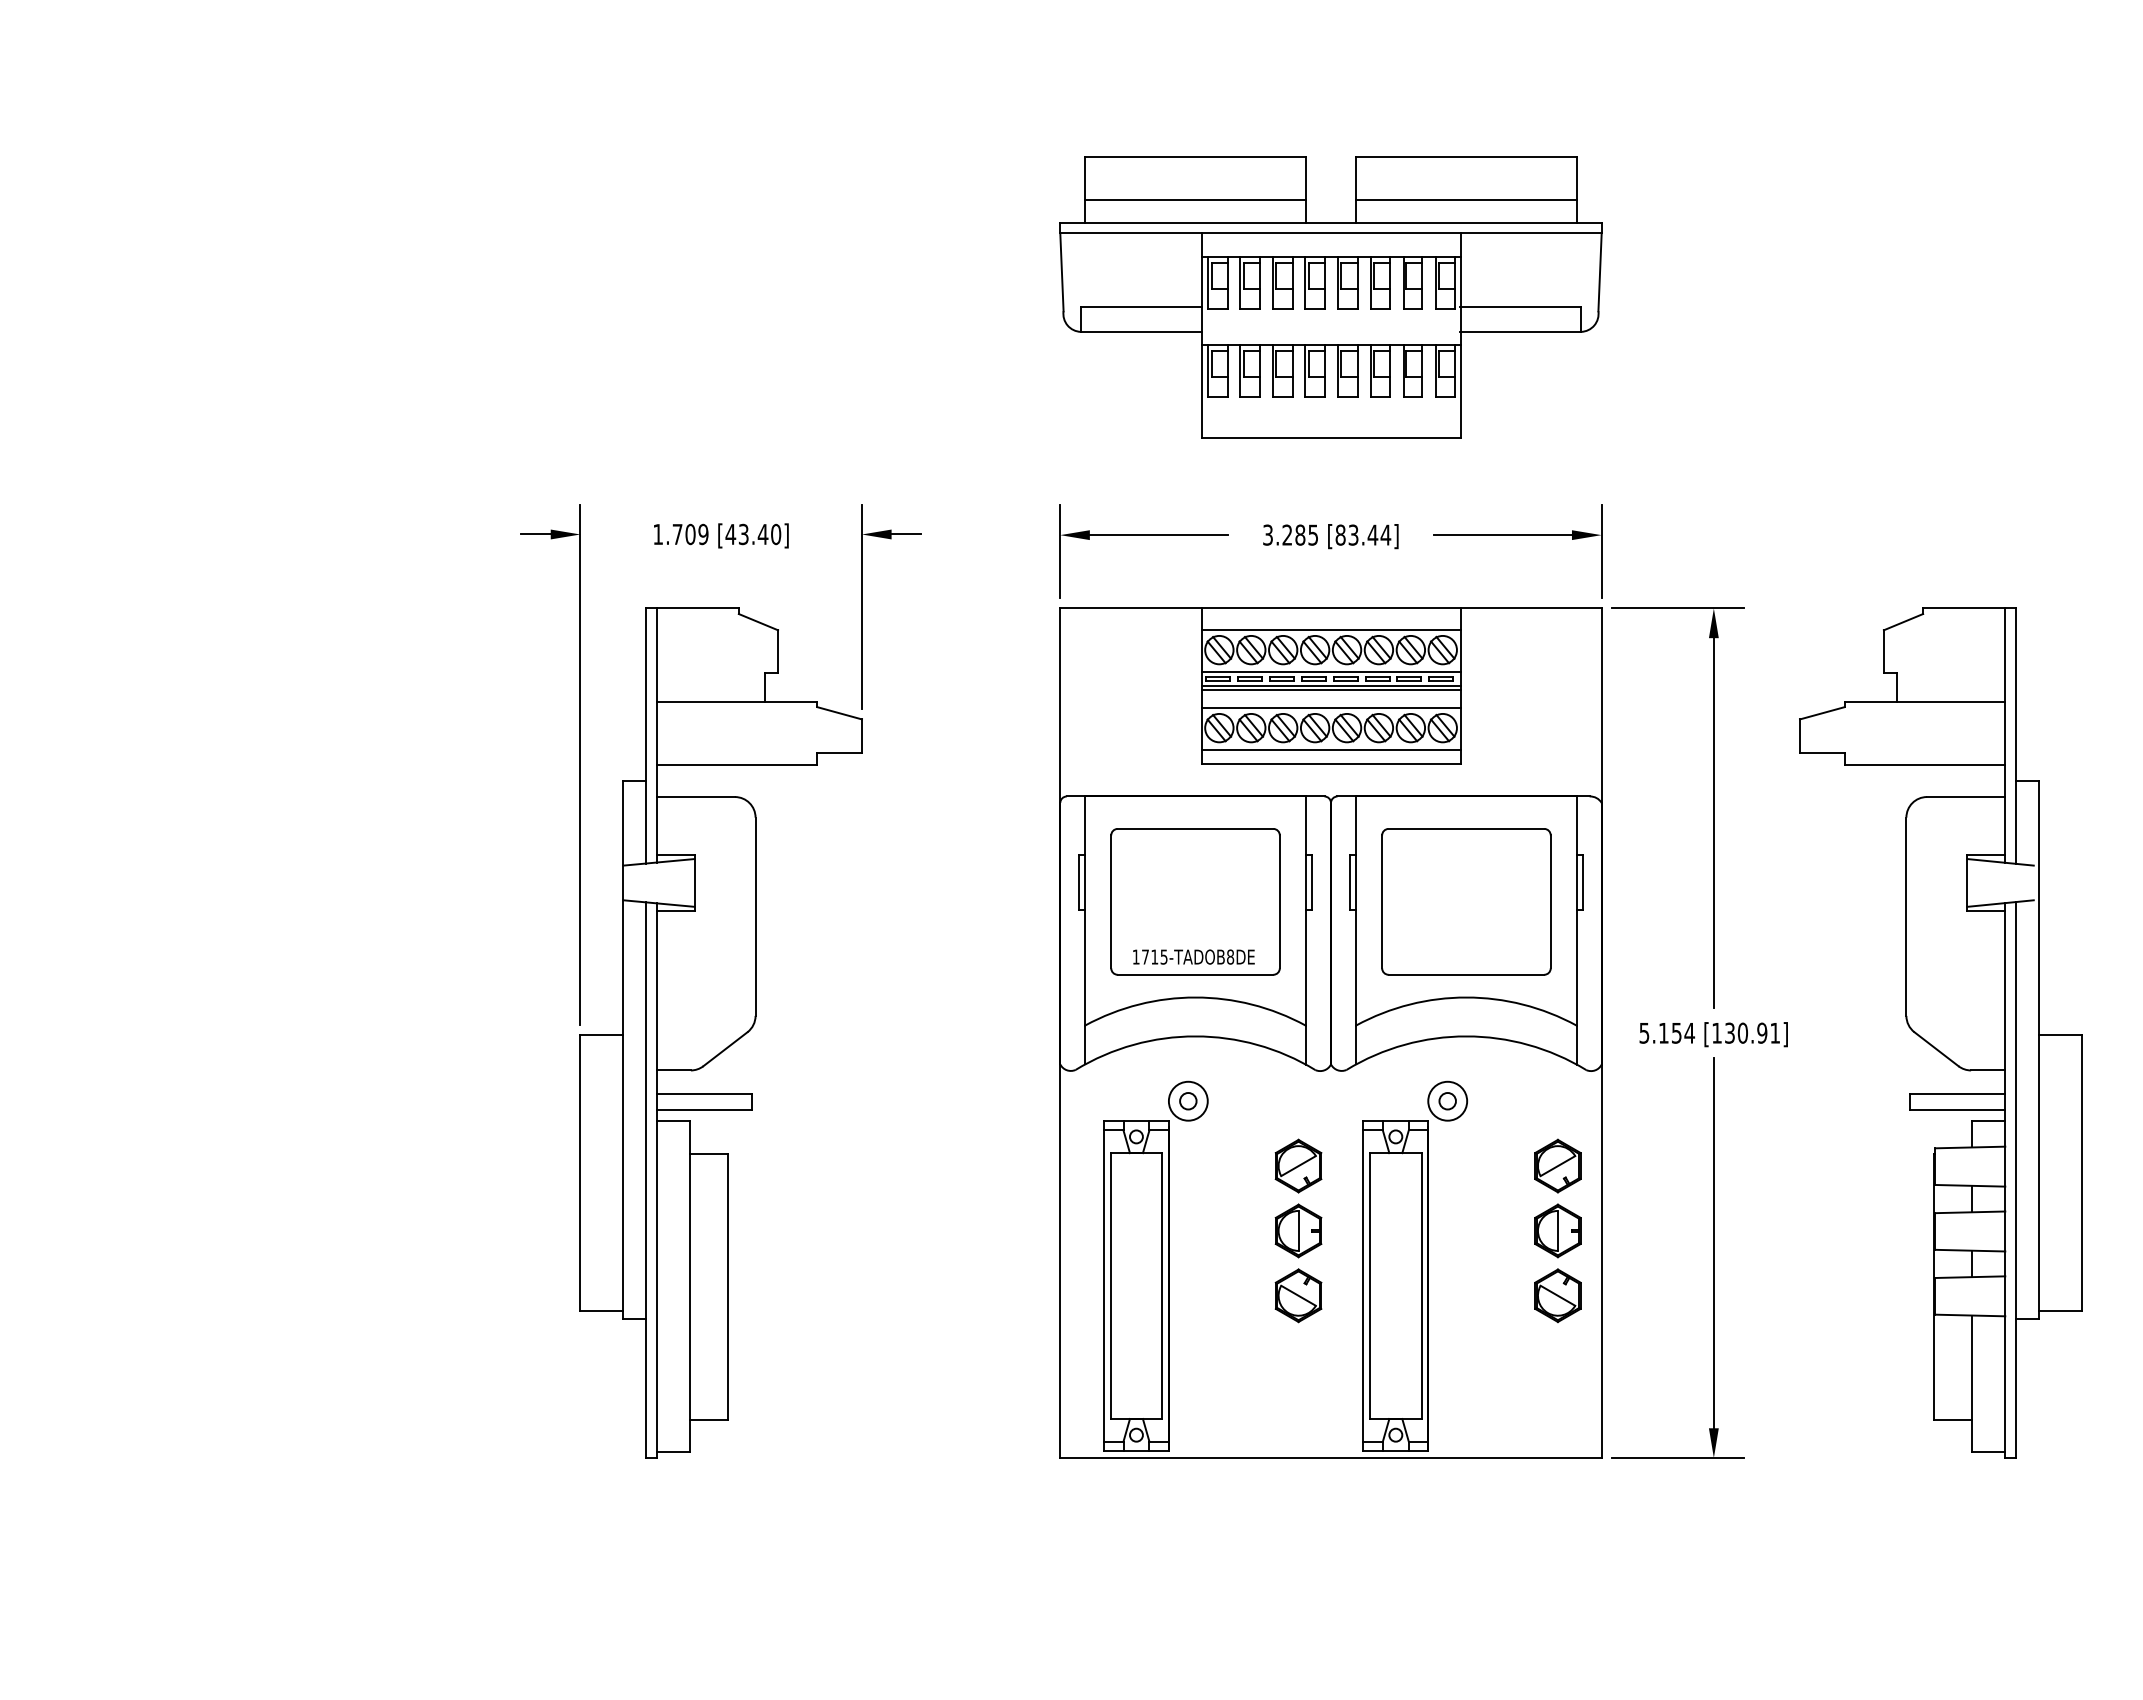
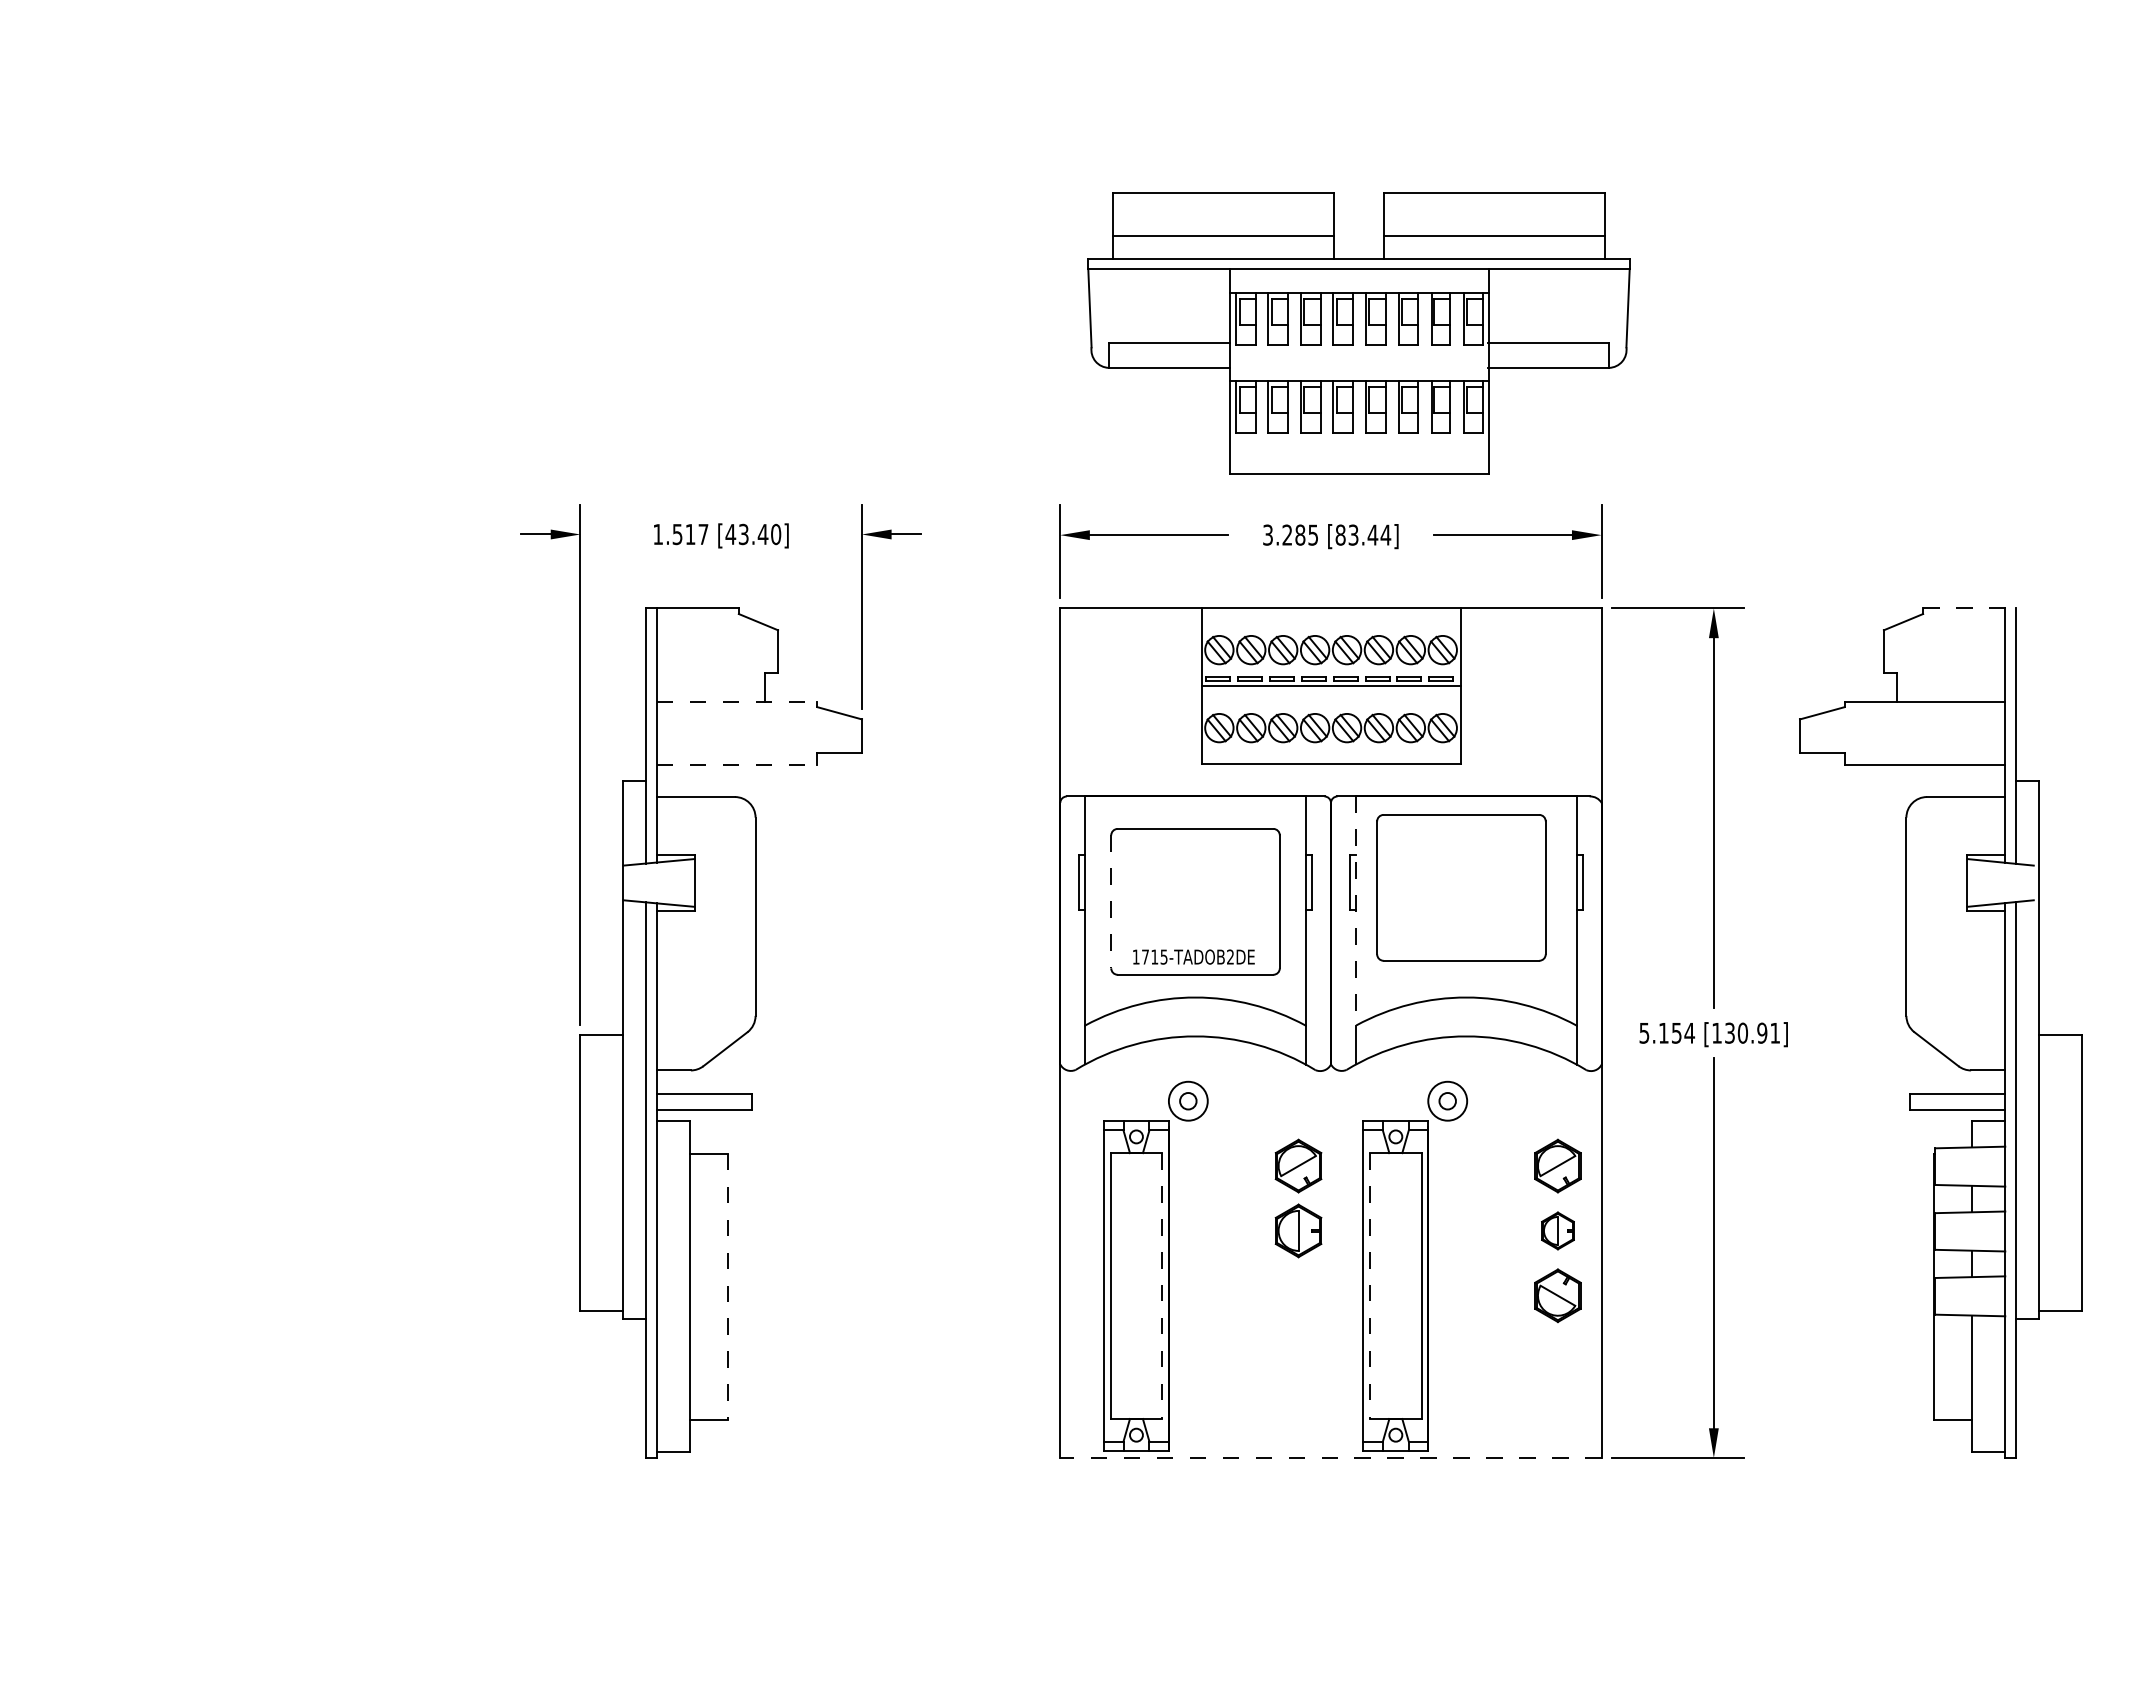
part at (1330, 297) position: (1330, 297) -> (1358, 333)
text at (690, 534): 1.709 -> 1.517
line at (1969, 608): solid -> dashed
line at (1330, 629): present -> none
line at (1330, 672): present -> none
line at (1330, 690): present -> none
line at (737, 701): solid -> dashed
line at (1330, 707): present -> none
line at (1330, 750): present -> none
line at (737, 765): solid -> dashed
part at (1466, 901) position: (1466, 901) -> (1461, 887)
line at (1111, 902): solid -> dashed
line at (1356, 910): solid -> dashed
text at (1230, 956): 1715-TADOB8DE -> 1715-TADOB2DE
part at (1557, 1230) size: 48x56 px -> 34x40 px
line at (727, 1286): solid -> dashed
line at (1162, 1286): solid -> dashed
line at (1369, 1286): solid -> dashed
part at (1298, 1295): present -> none
line at (1331, 1457): solid -> dashed
